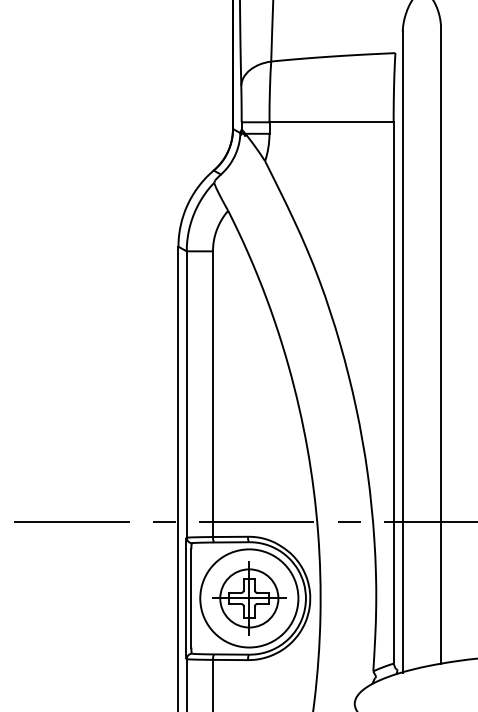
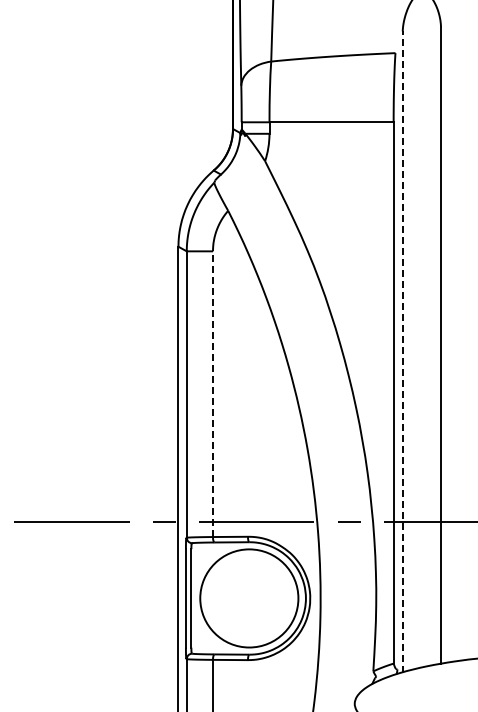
line at (402, 351): solid -> dashed
line at (212, 394): solid -> dashed
part at (249, 598): present -> none
